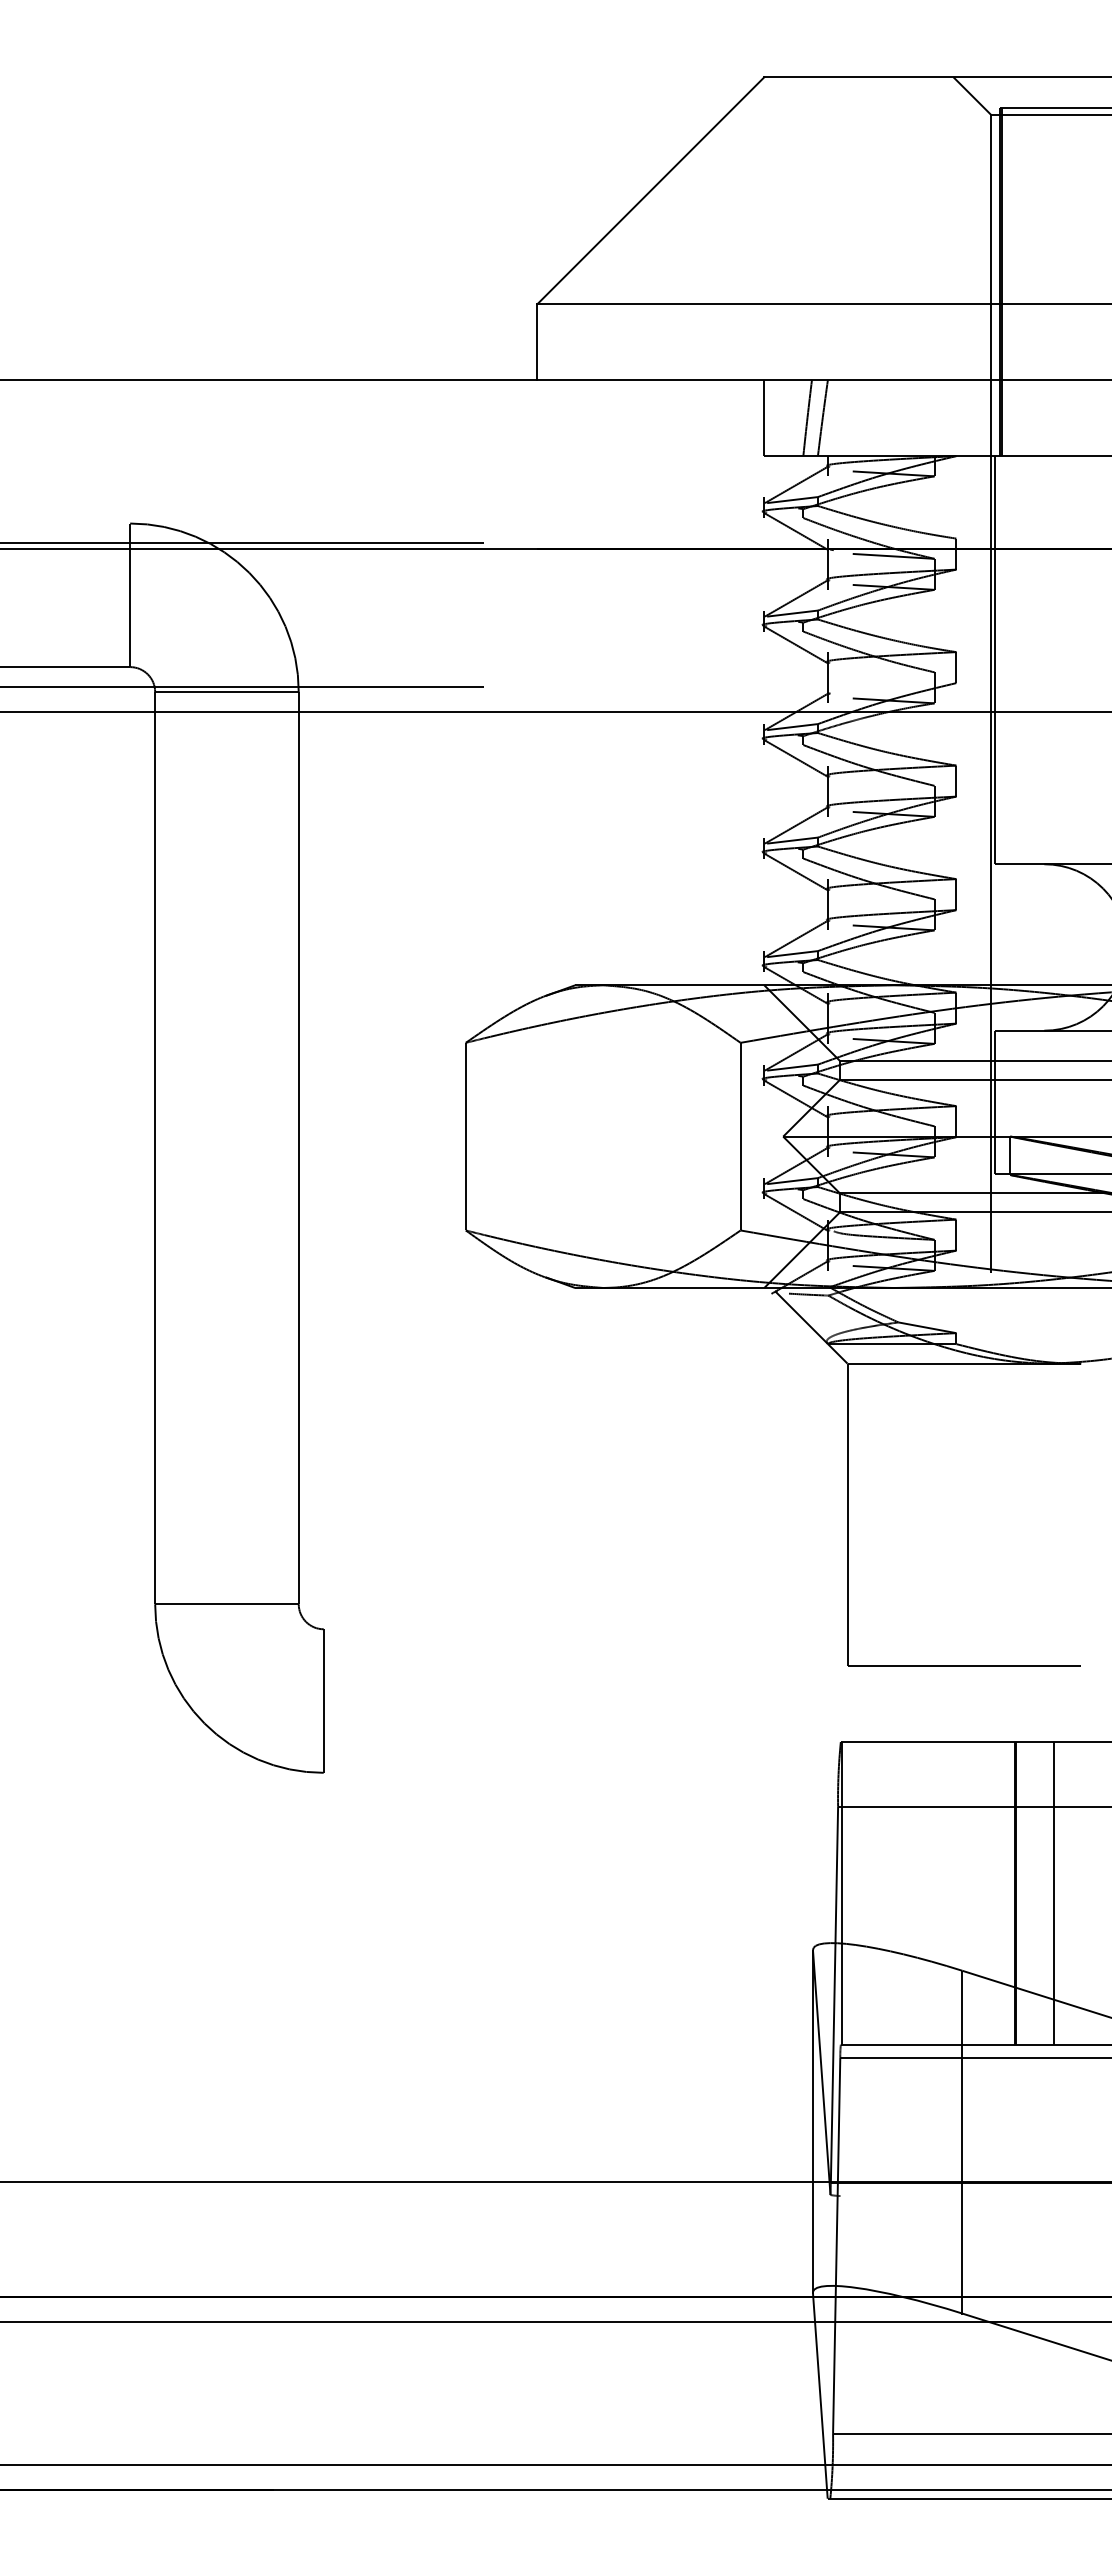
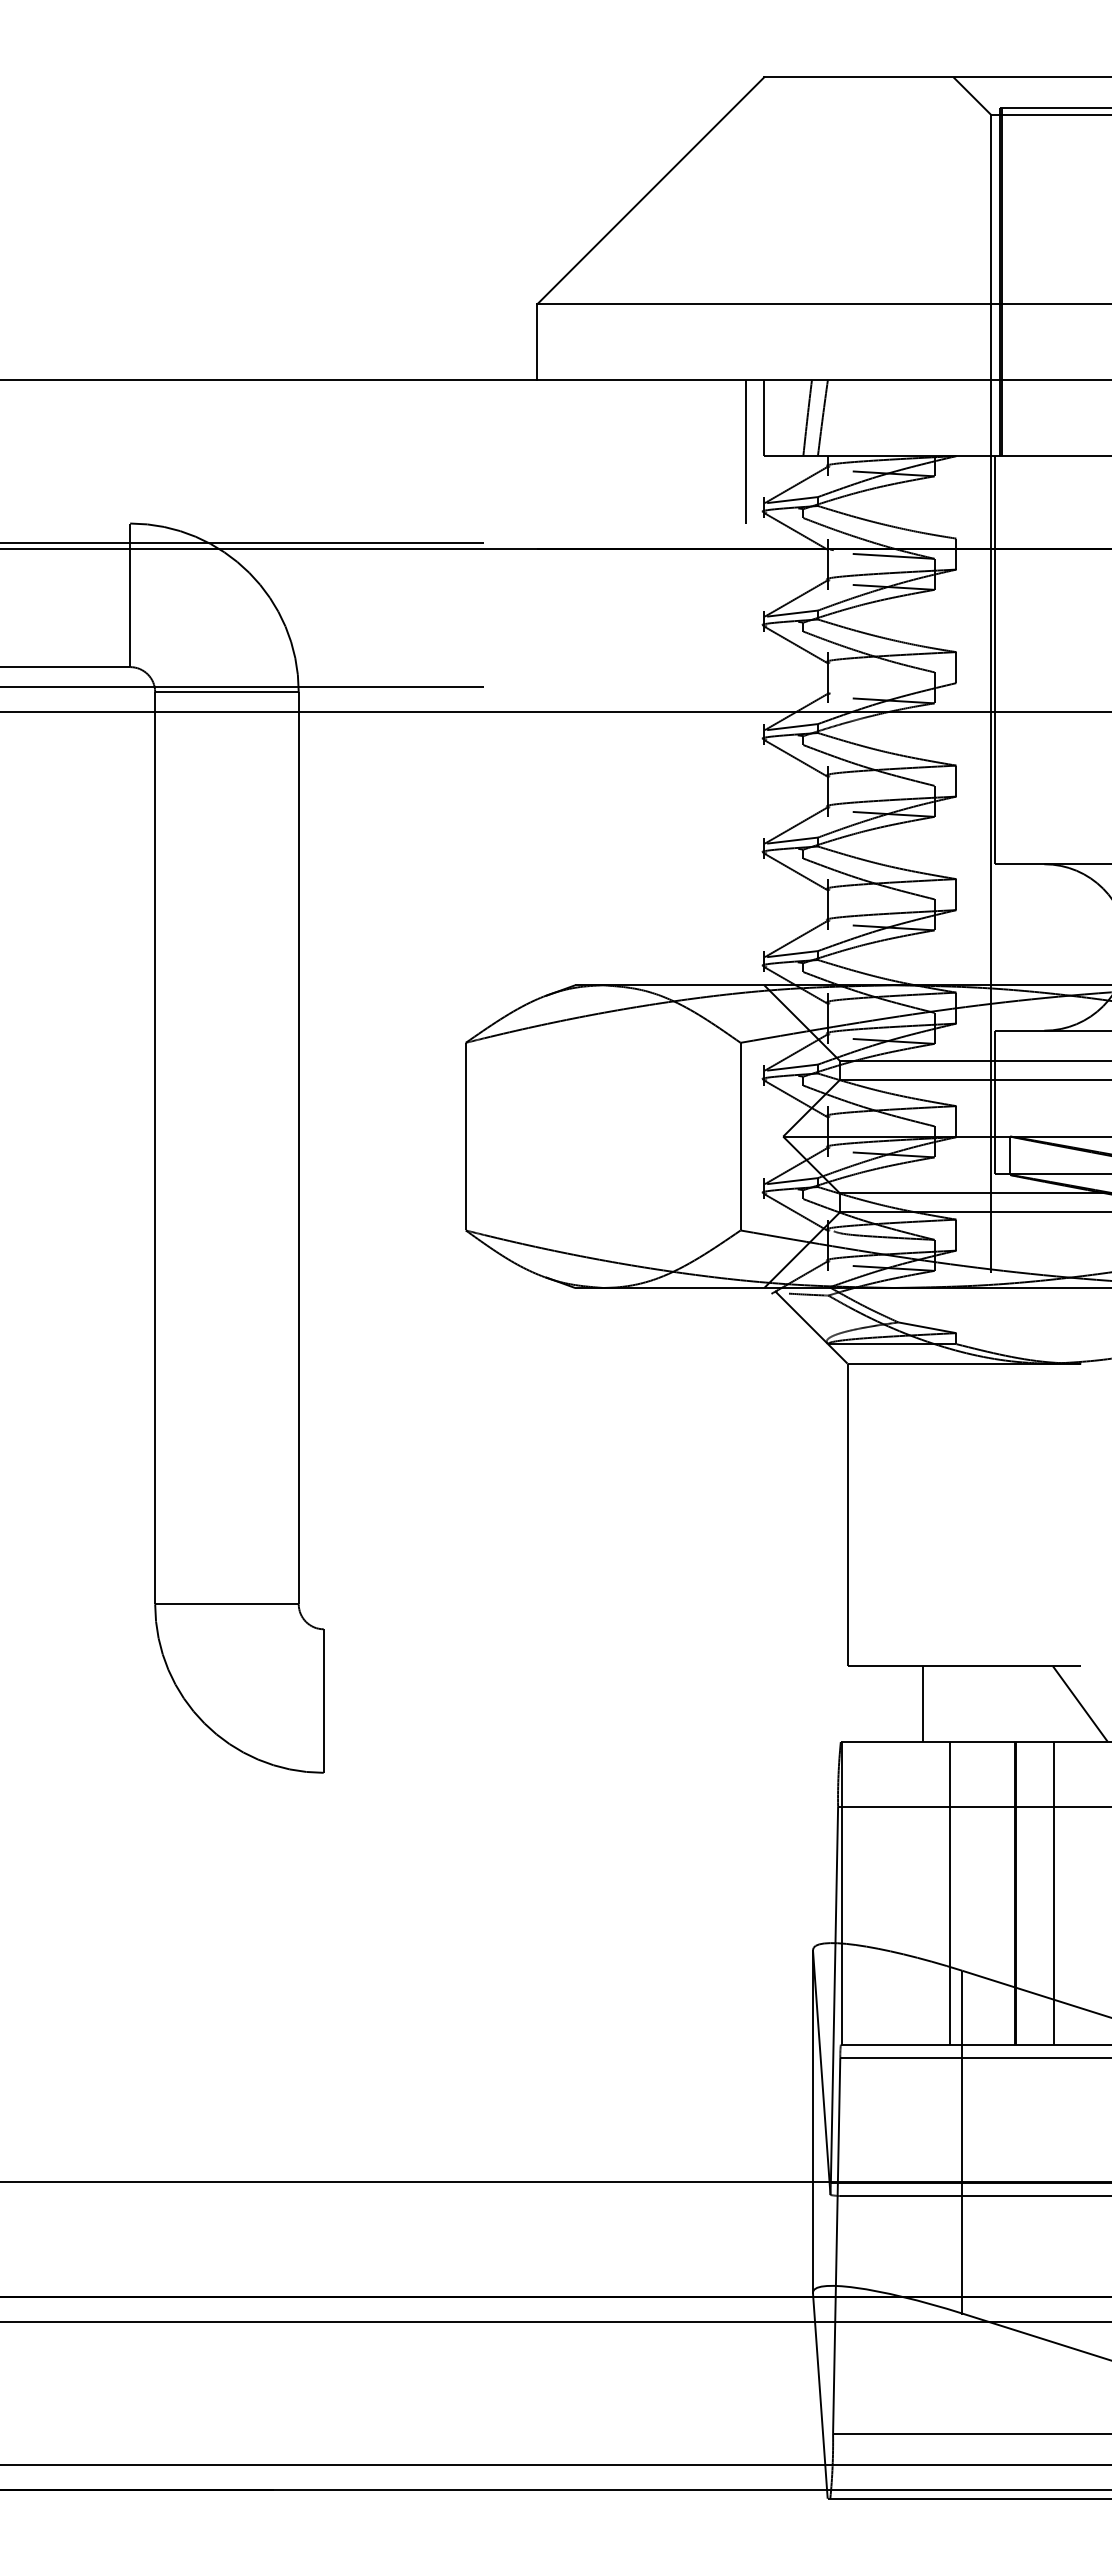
line at (746, 451): none -> present
line at (923, 1704): none -> present
line at (1080, 1704): none -> present
line at (949, 1893): none -> present
line at (974, 2196): none -> present
